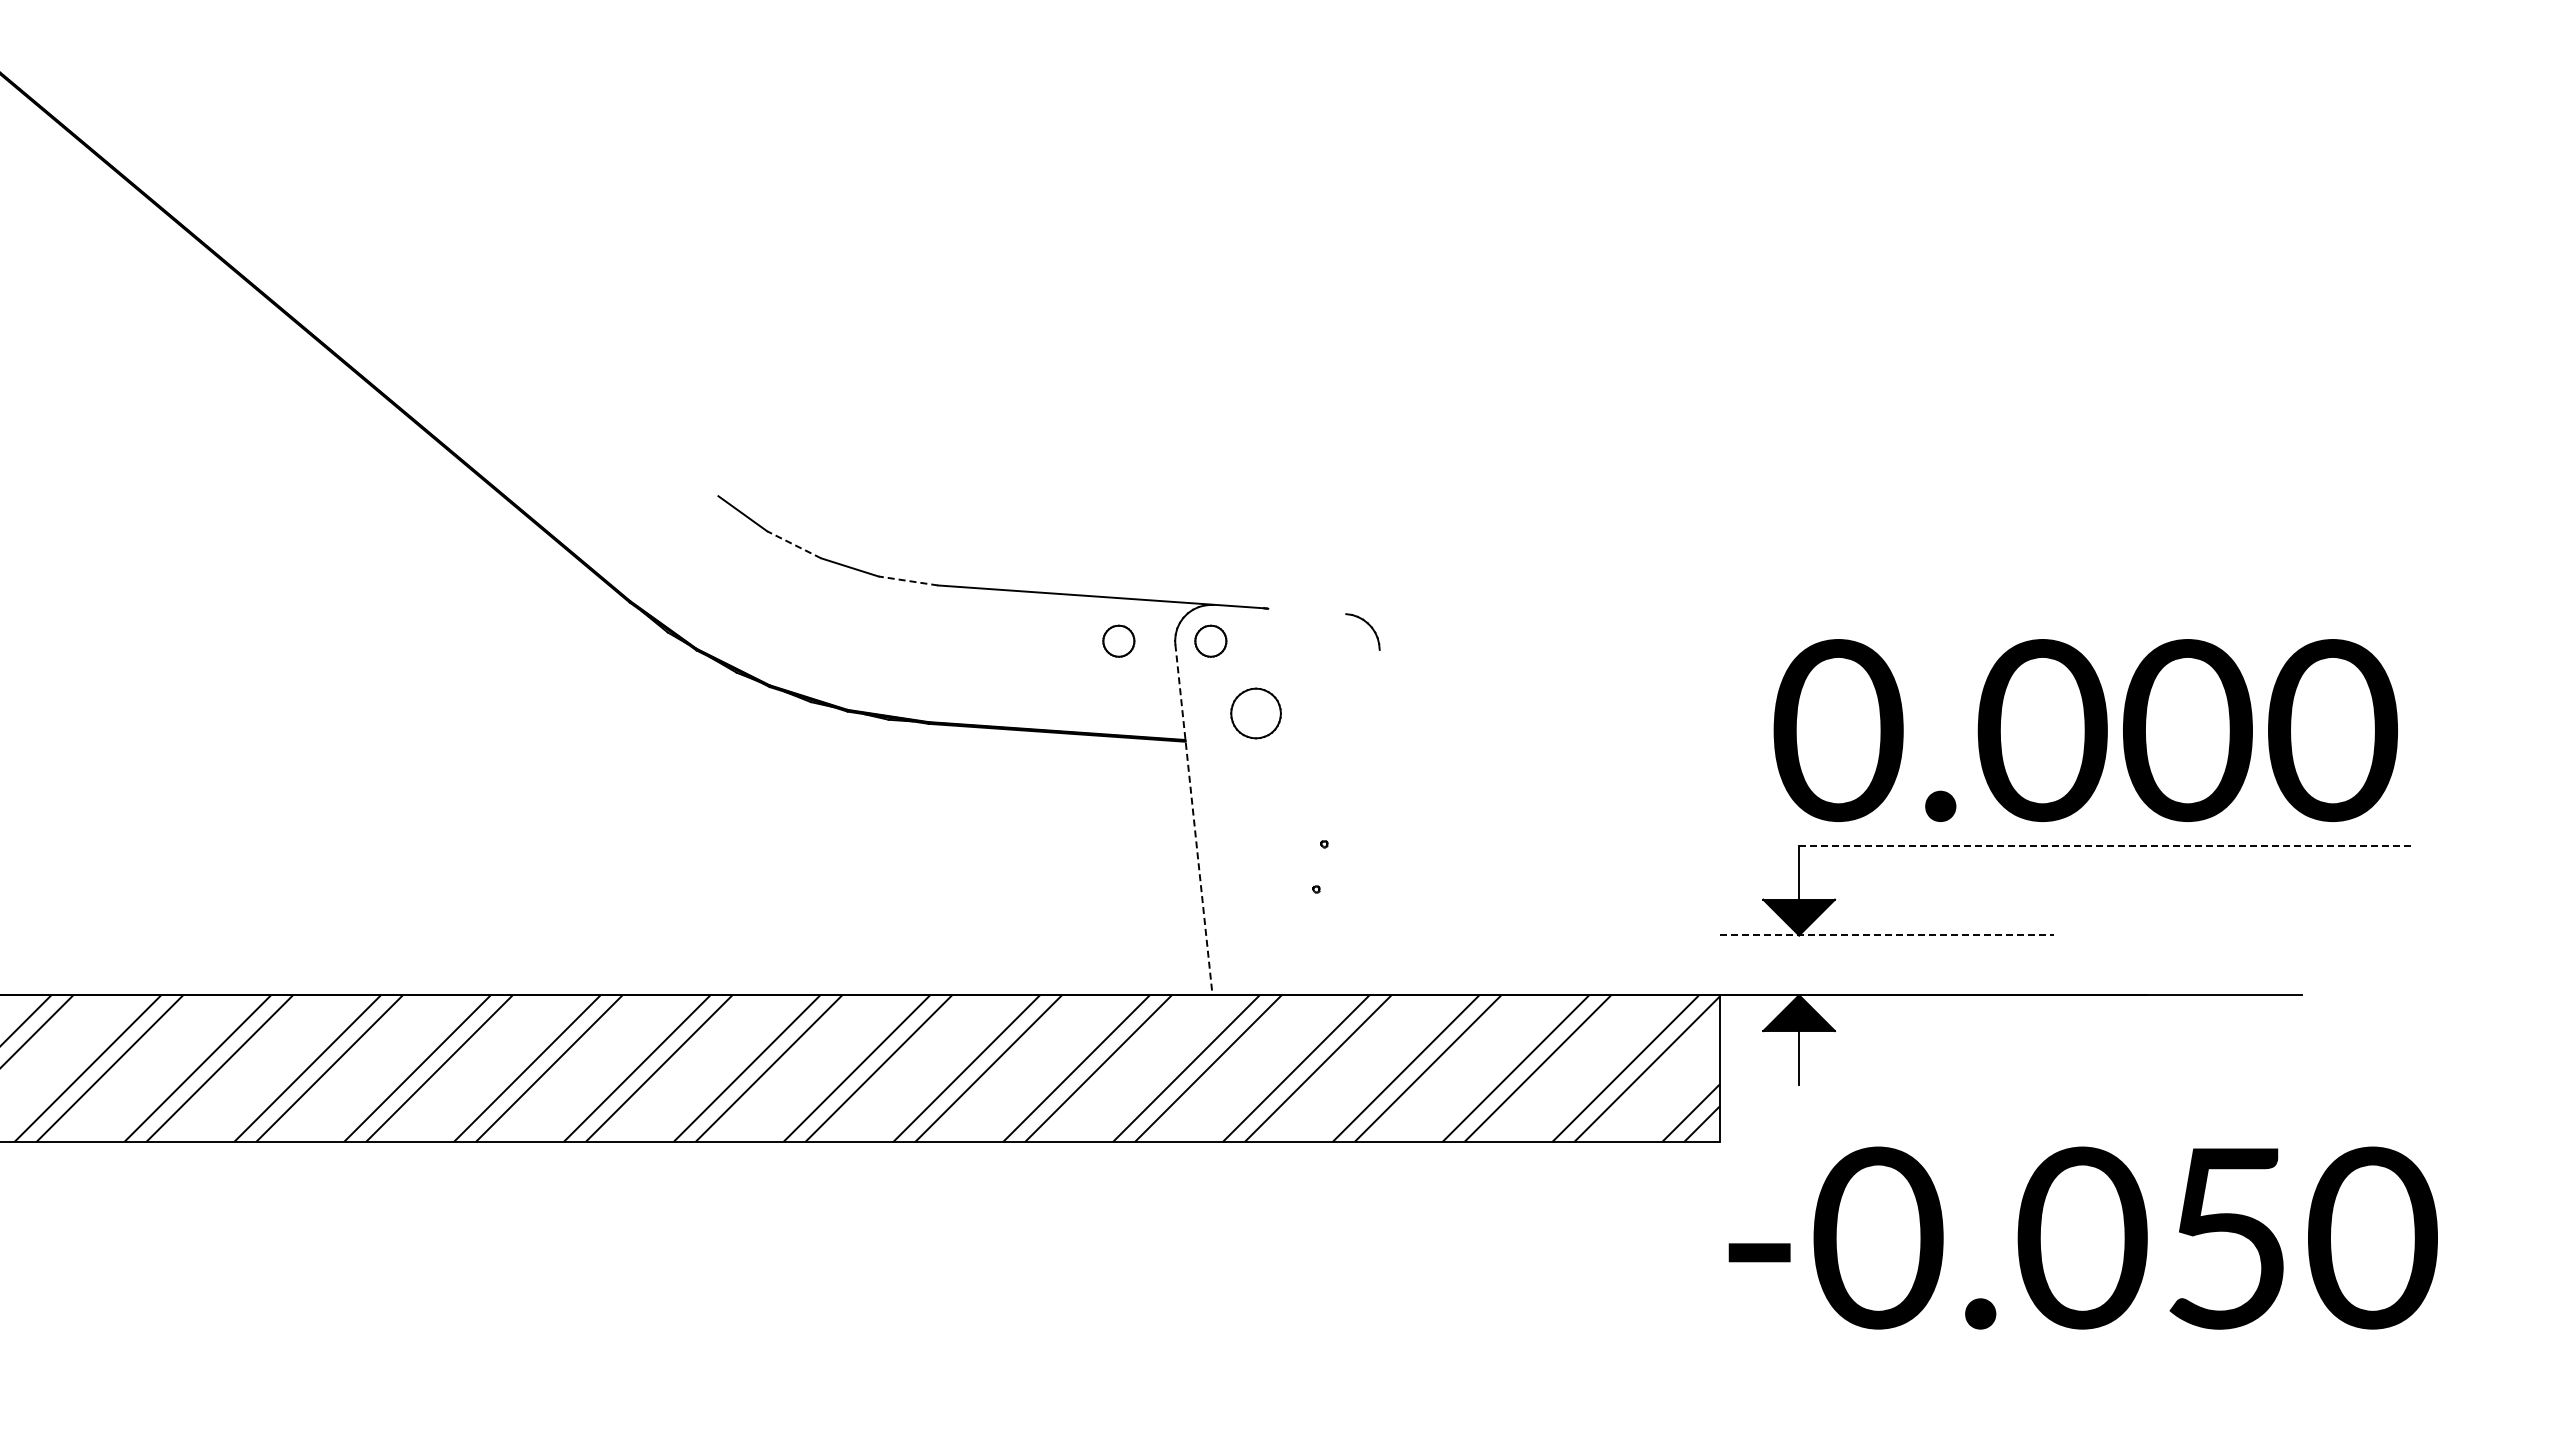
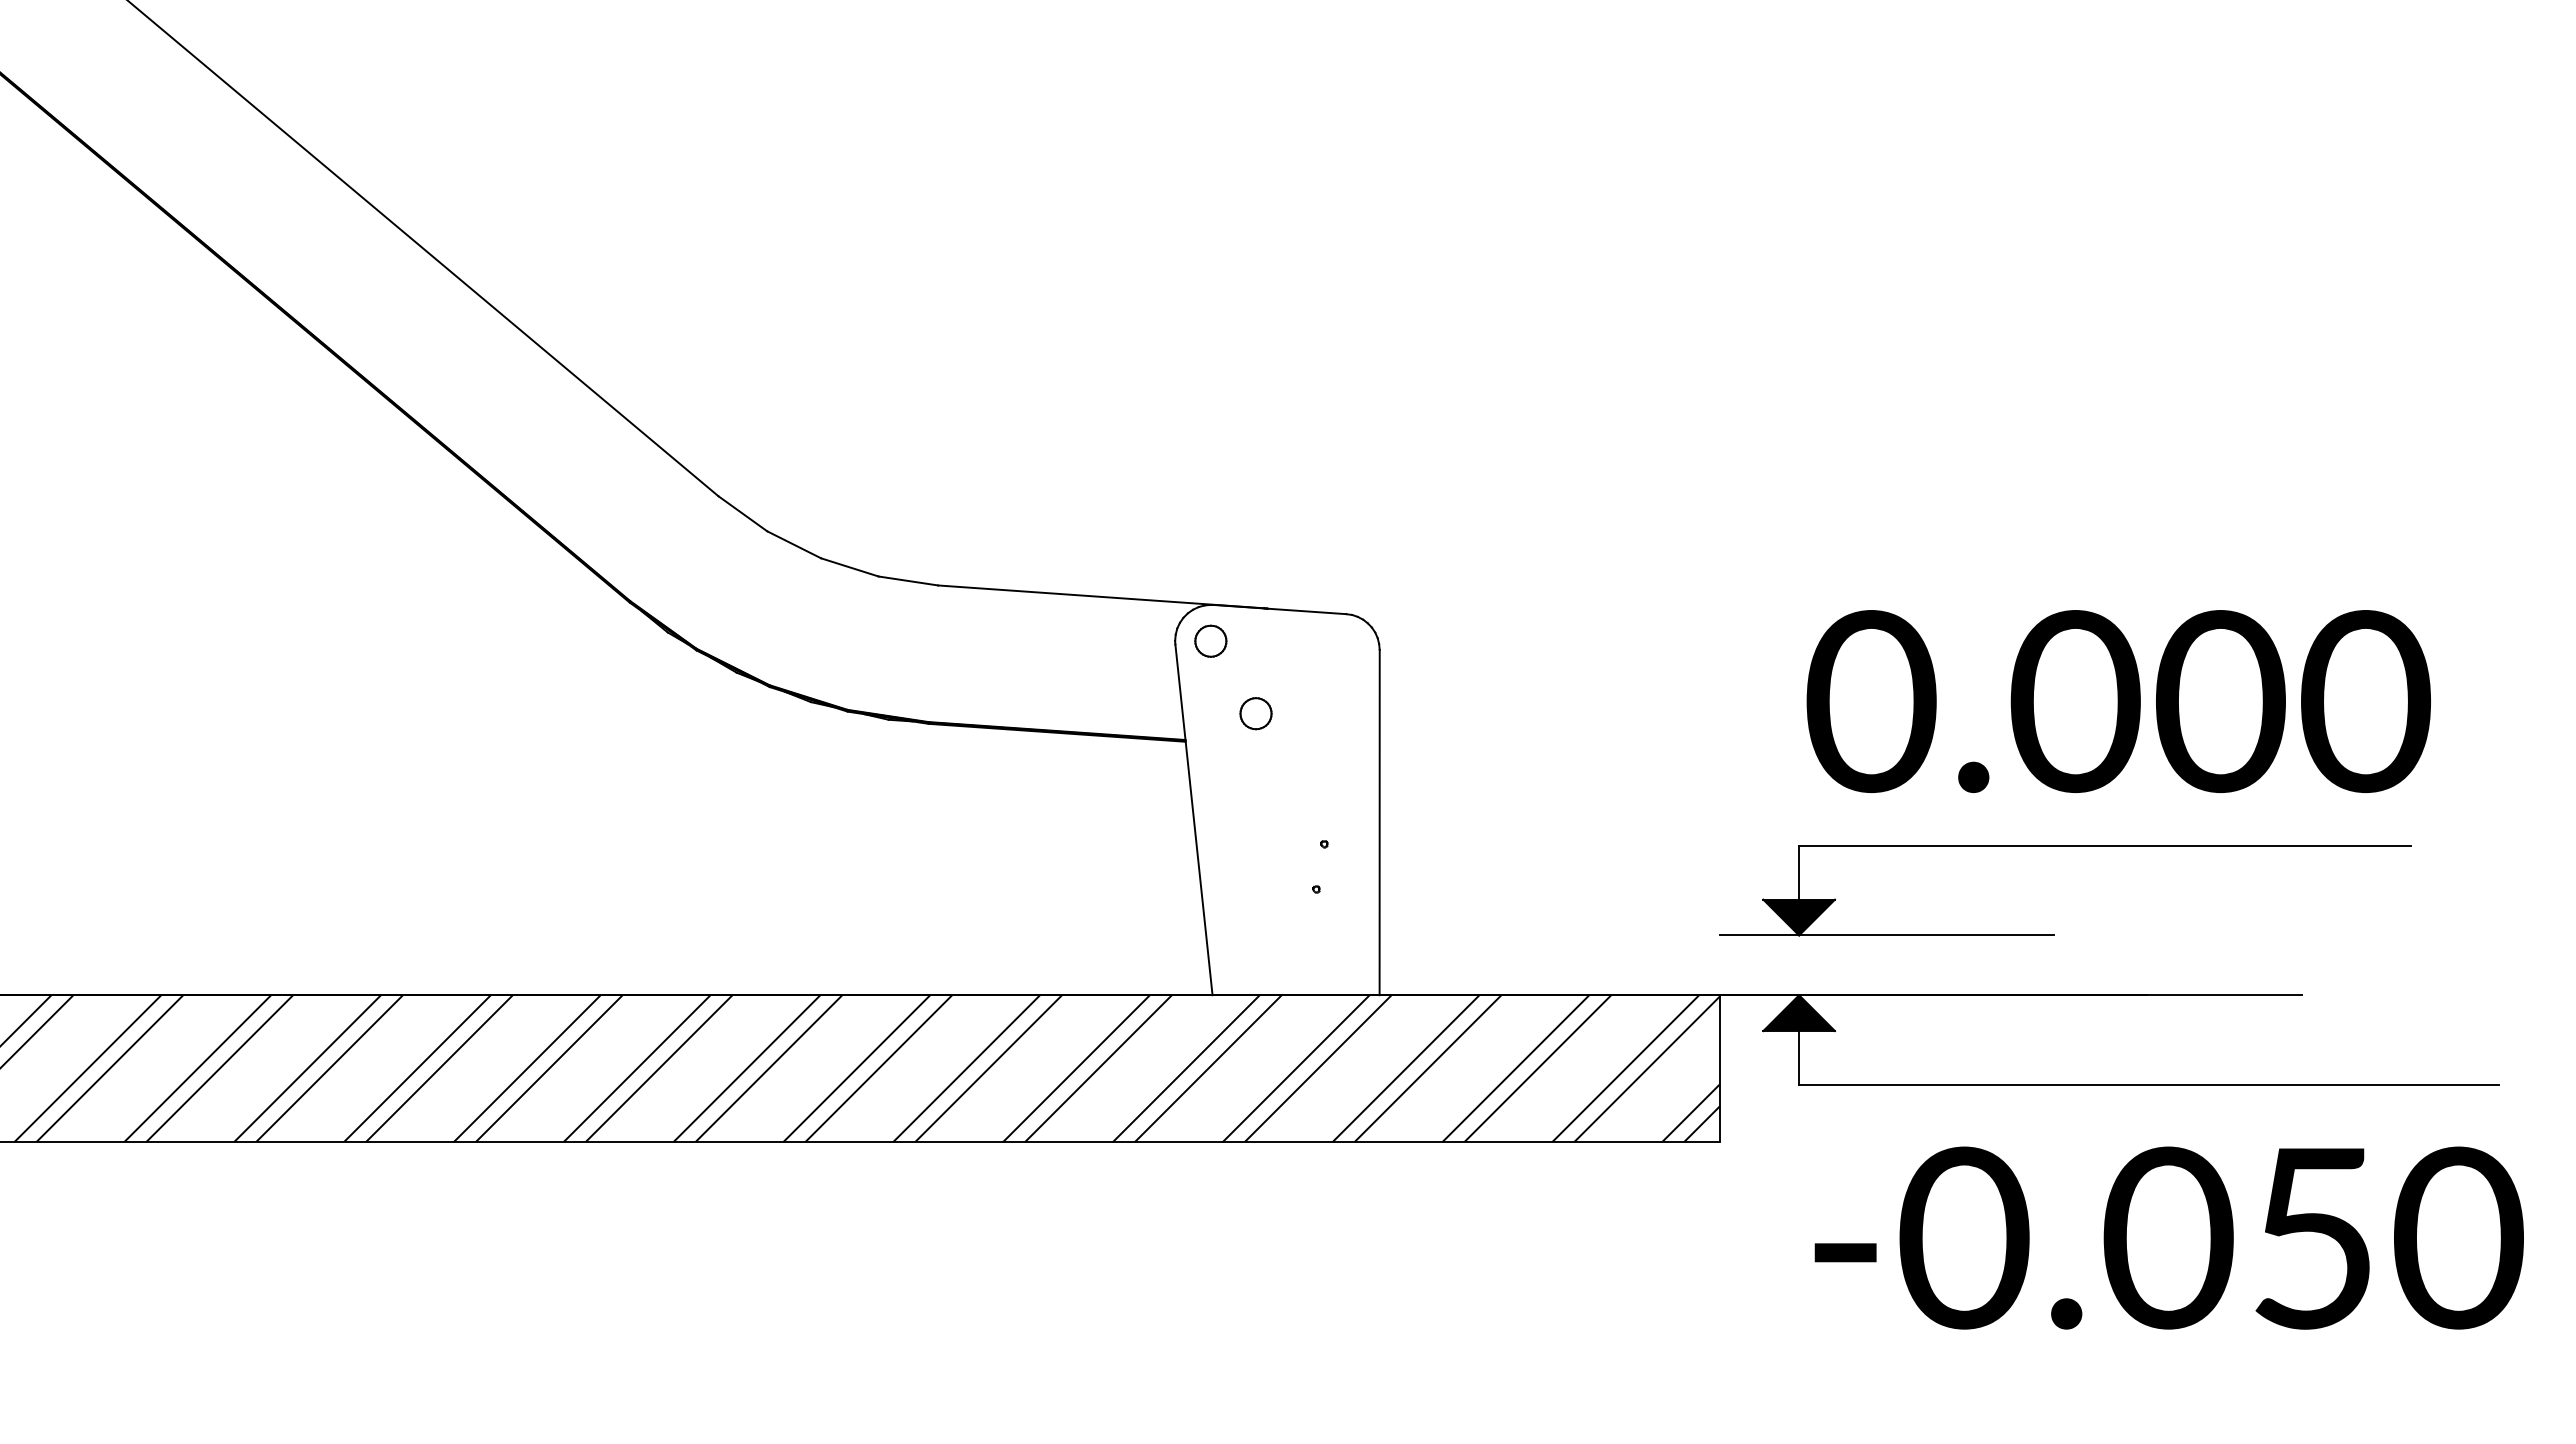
line at (423, 249): none -> present
line at (793, 544): dashed -> solid
line at (907, 580): dashed -> solid
line at (1279, 609): none -> present
part at (1118, 640): present -> none
part at (1255, 713) size: 52x53 px -> 34x34 px
text at (2085, 730) position: (2085, 730) -> (2118, 701)
line at (1194, 820): dashed -> solid
line at (1379, 822): none -> present
line at (2104, 845): dashed -> solid
line at (1886, 935): dashed -> solid
line at (2148, 1085): none -> present
text at (2082, 1237) position: (2082, 1237) -> (2168, 1237)
